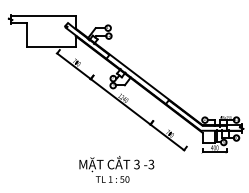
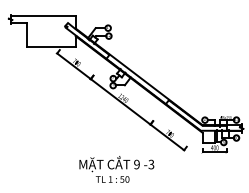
text at (136, 164): 3 -> 9
